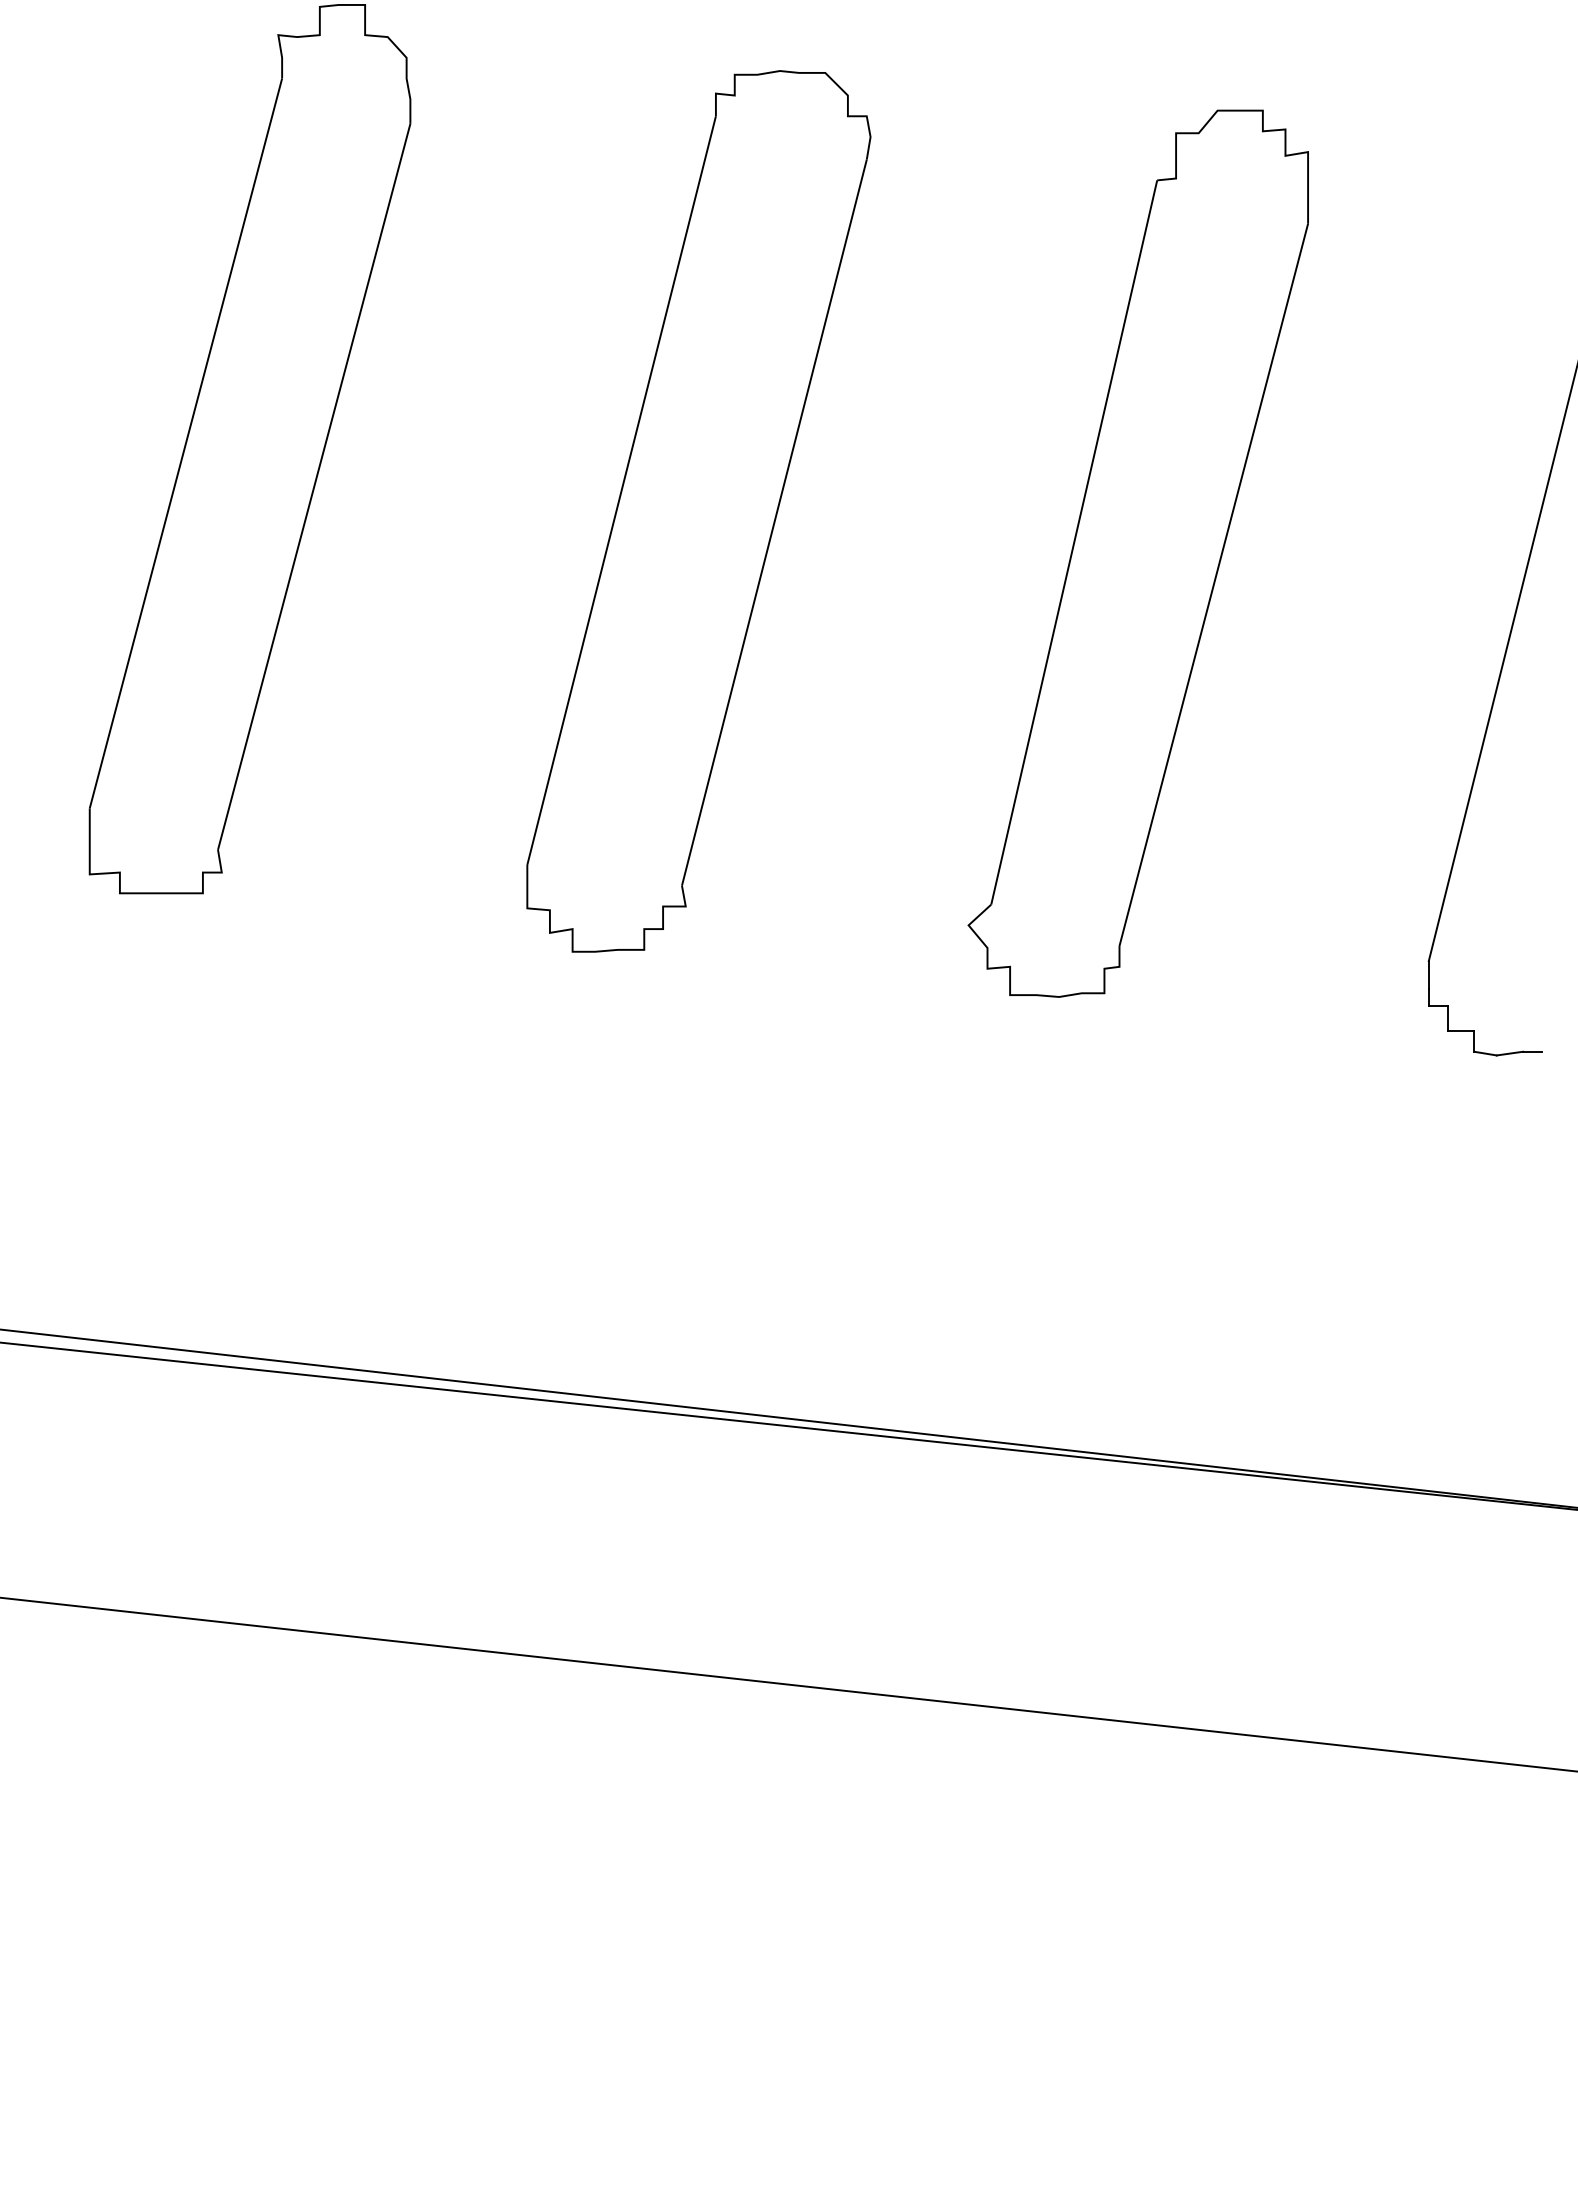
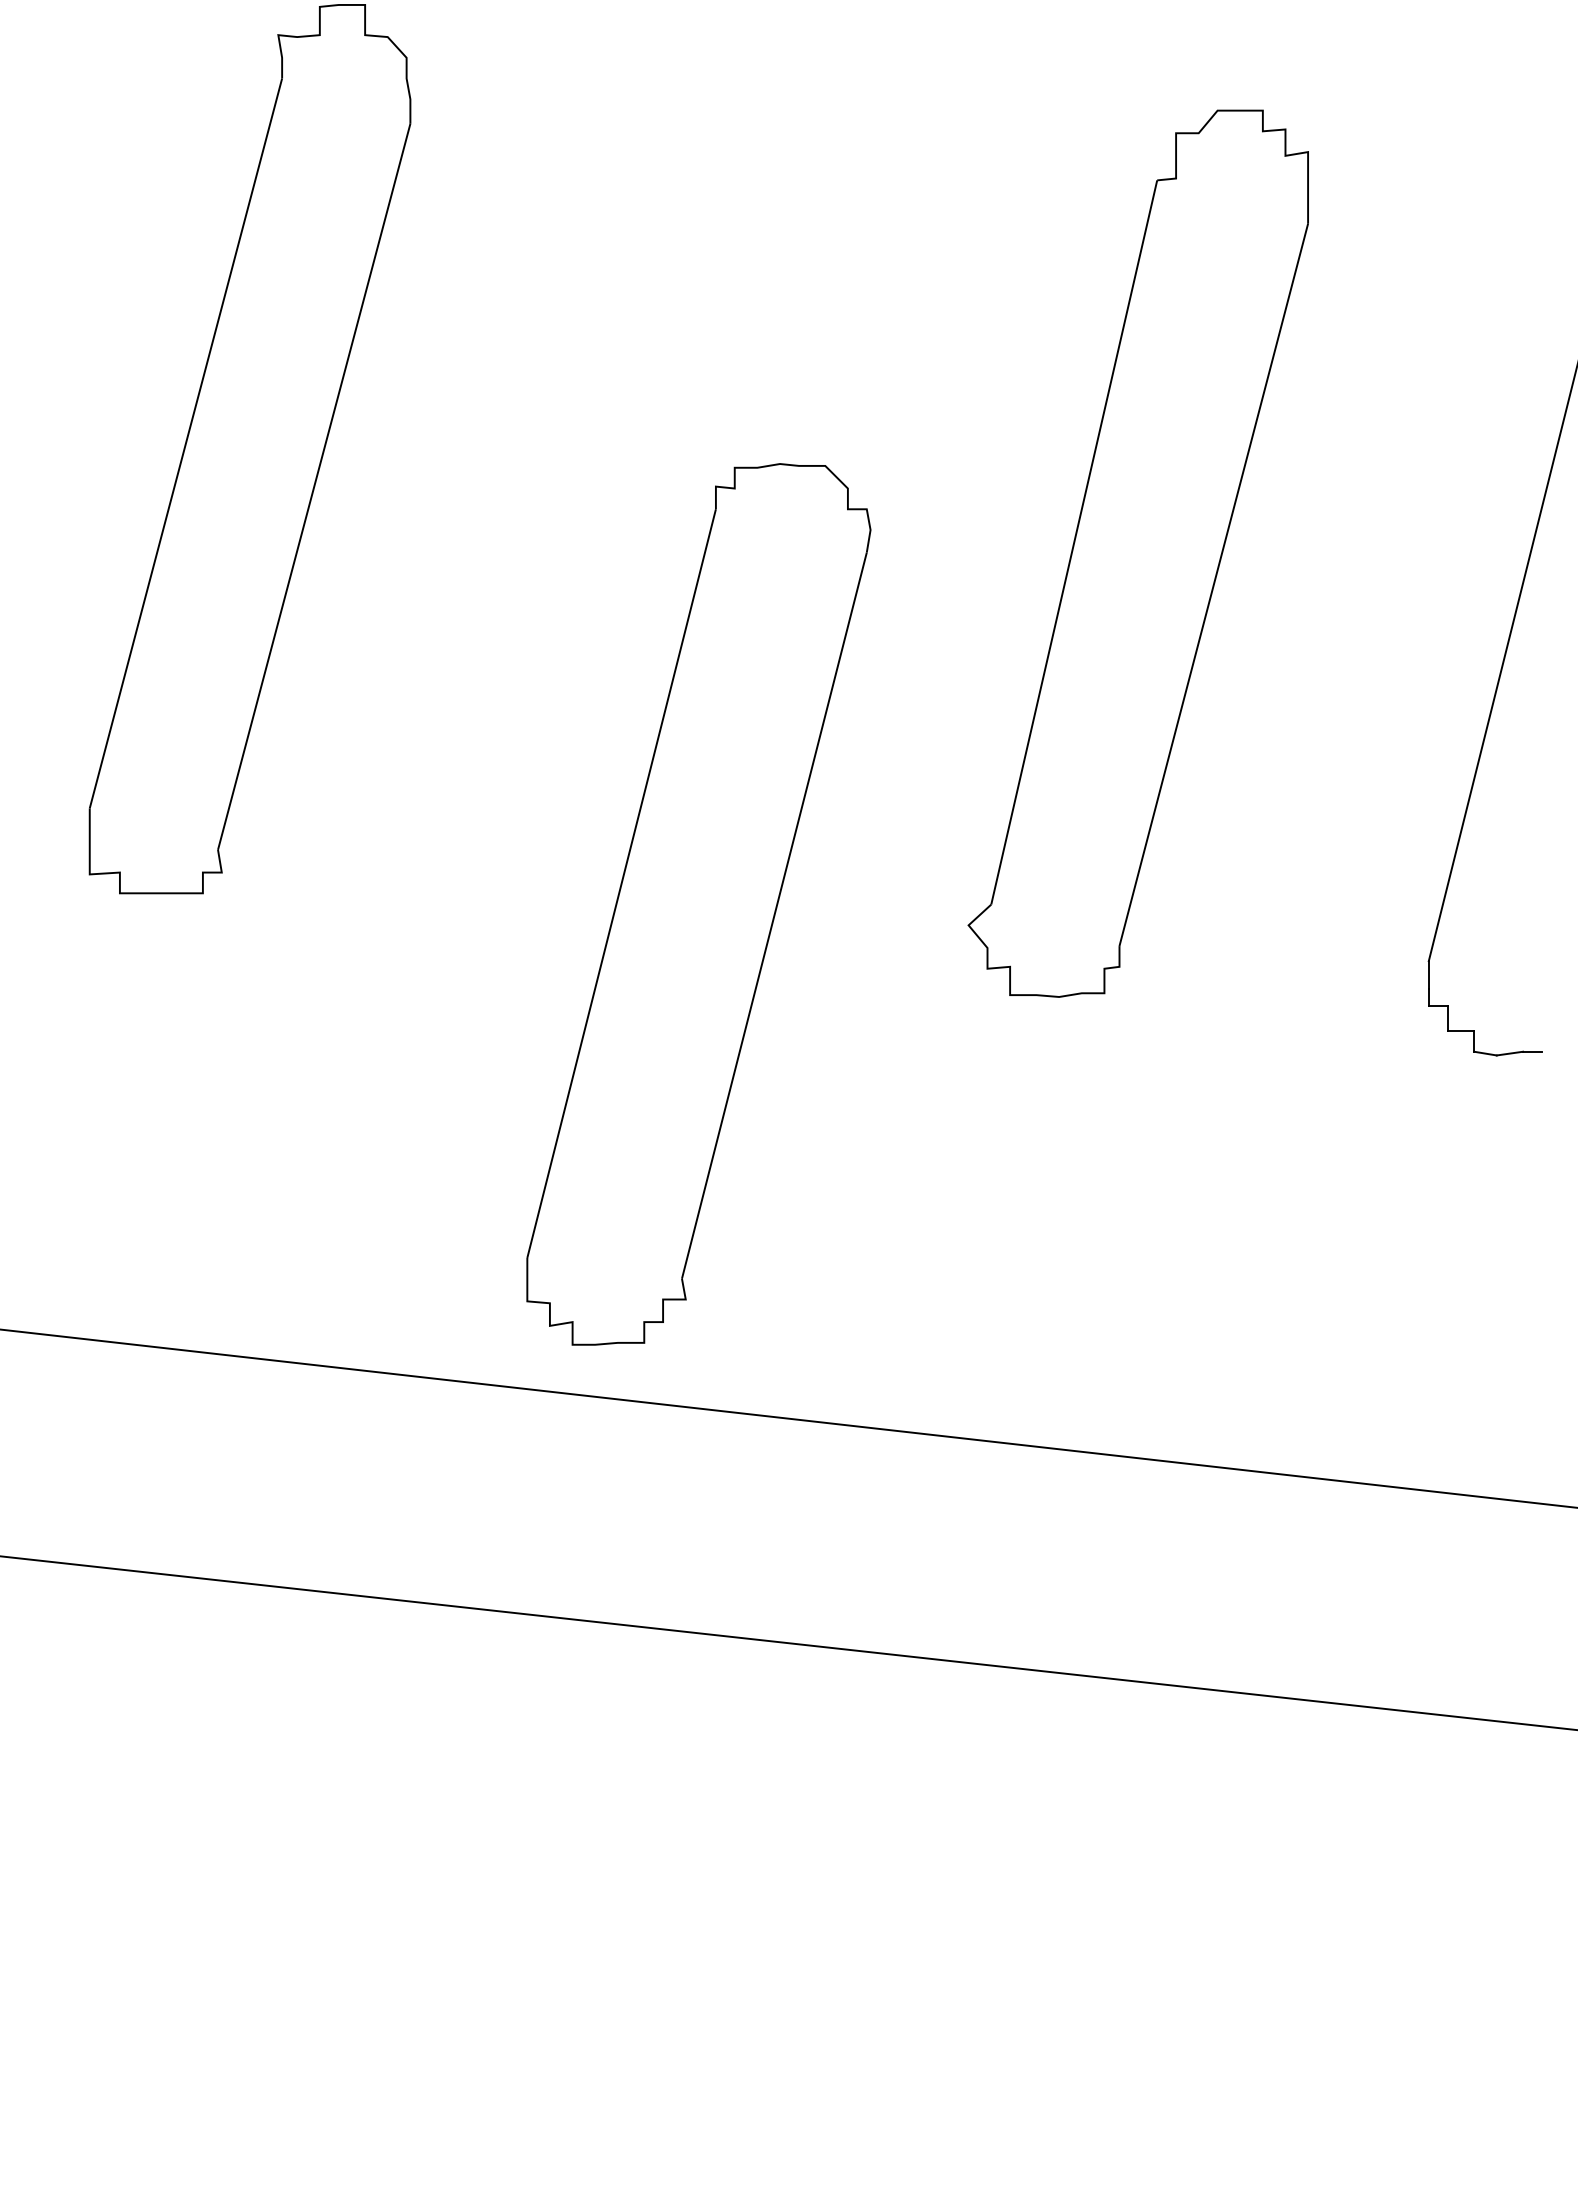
part at (698, 511) position: (698, 511) -> (698, 904)
line at (788, 1425): present -> none
line at (788, 1684) position: (788, 1684) -> (788, 1642)
